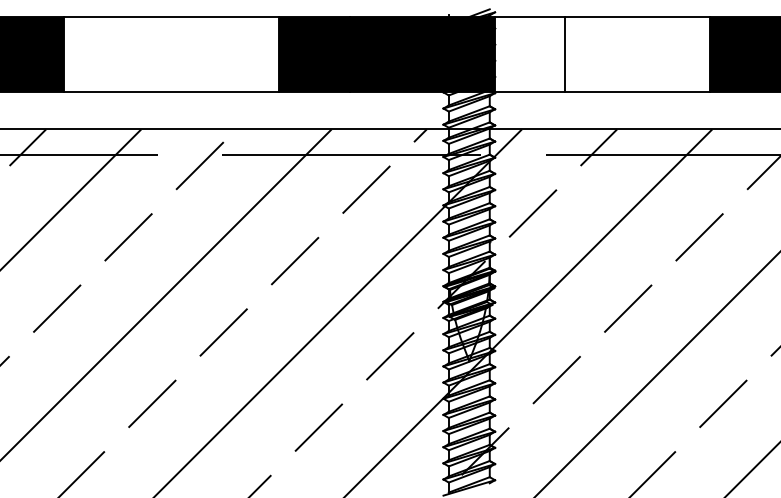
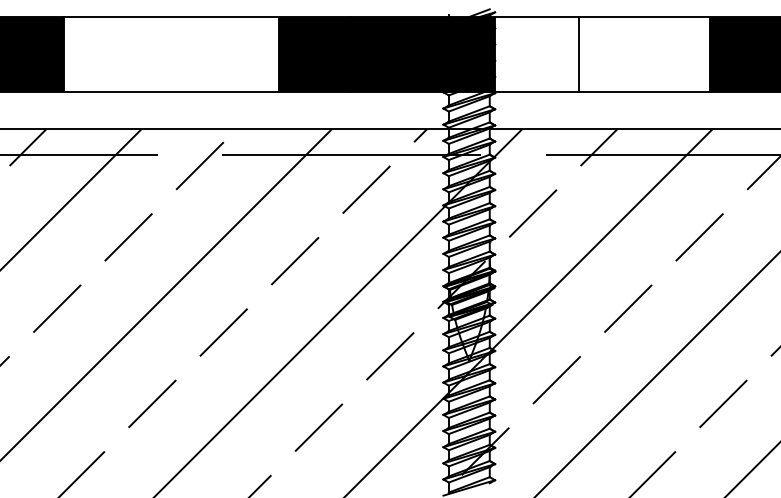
line at (565, 54) position: (565, 54) -> (579, 54)
